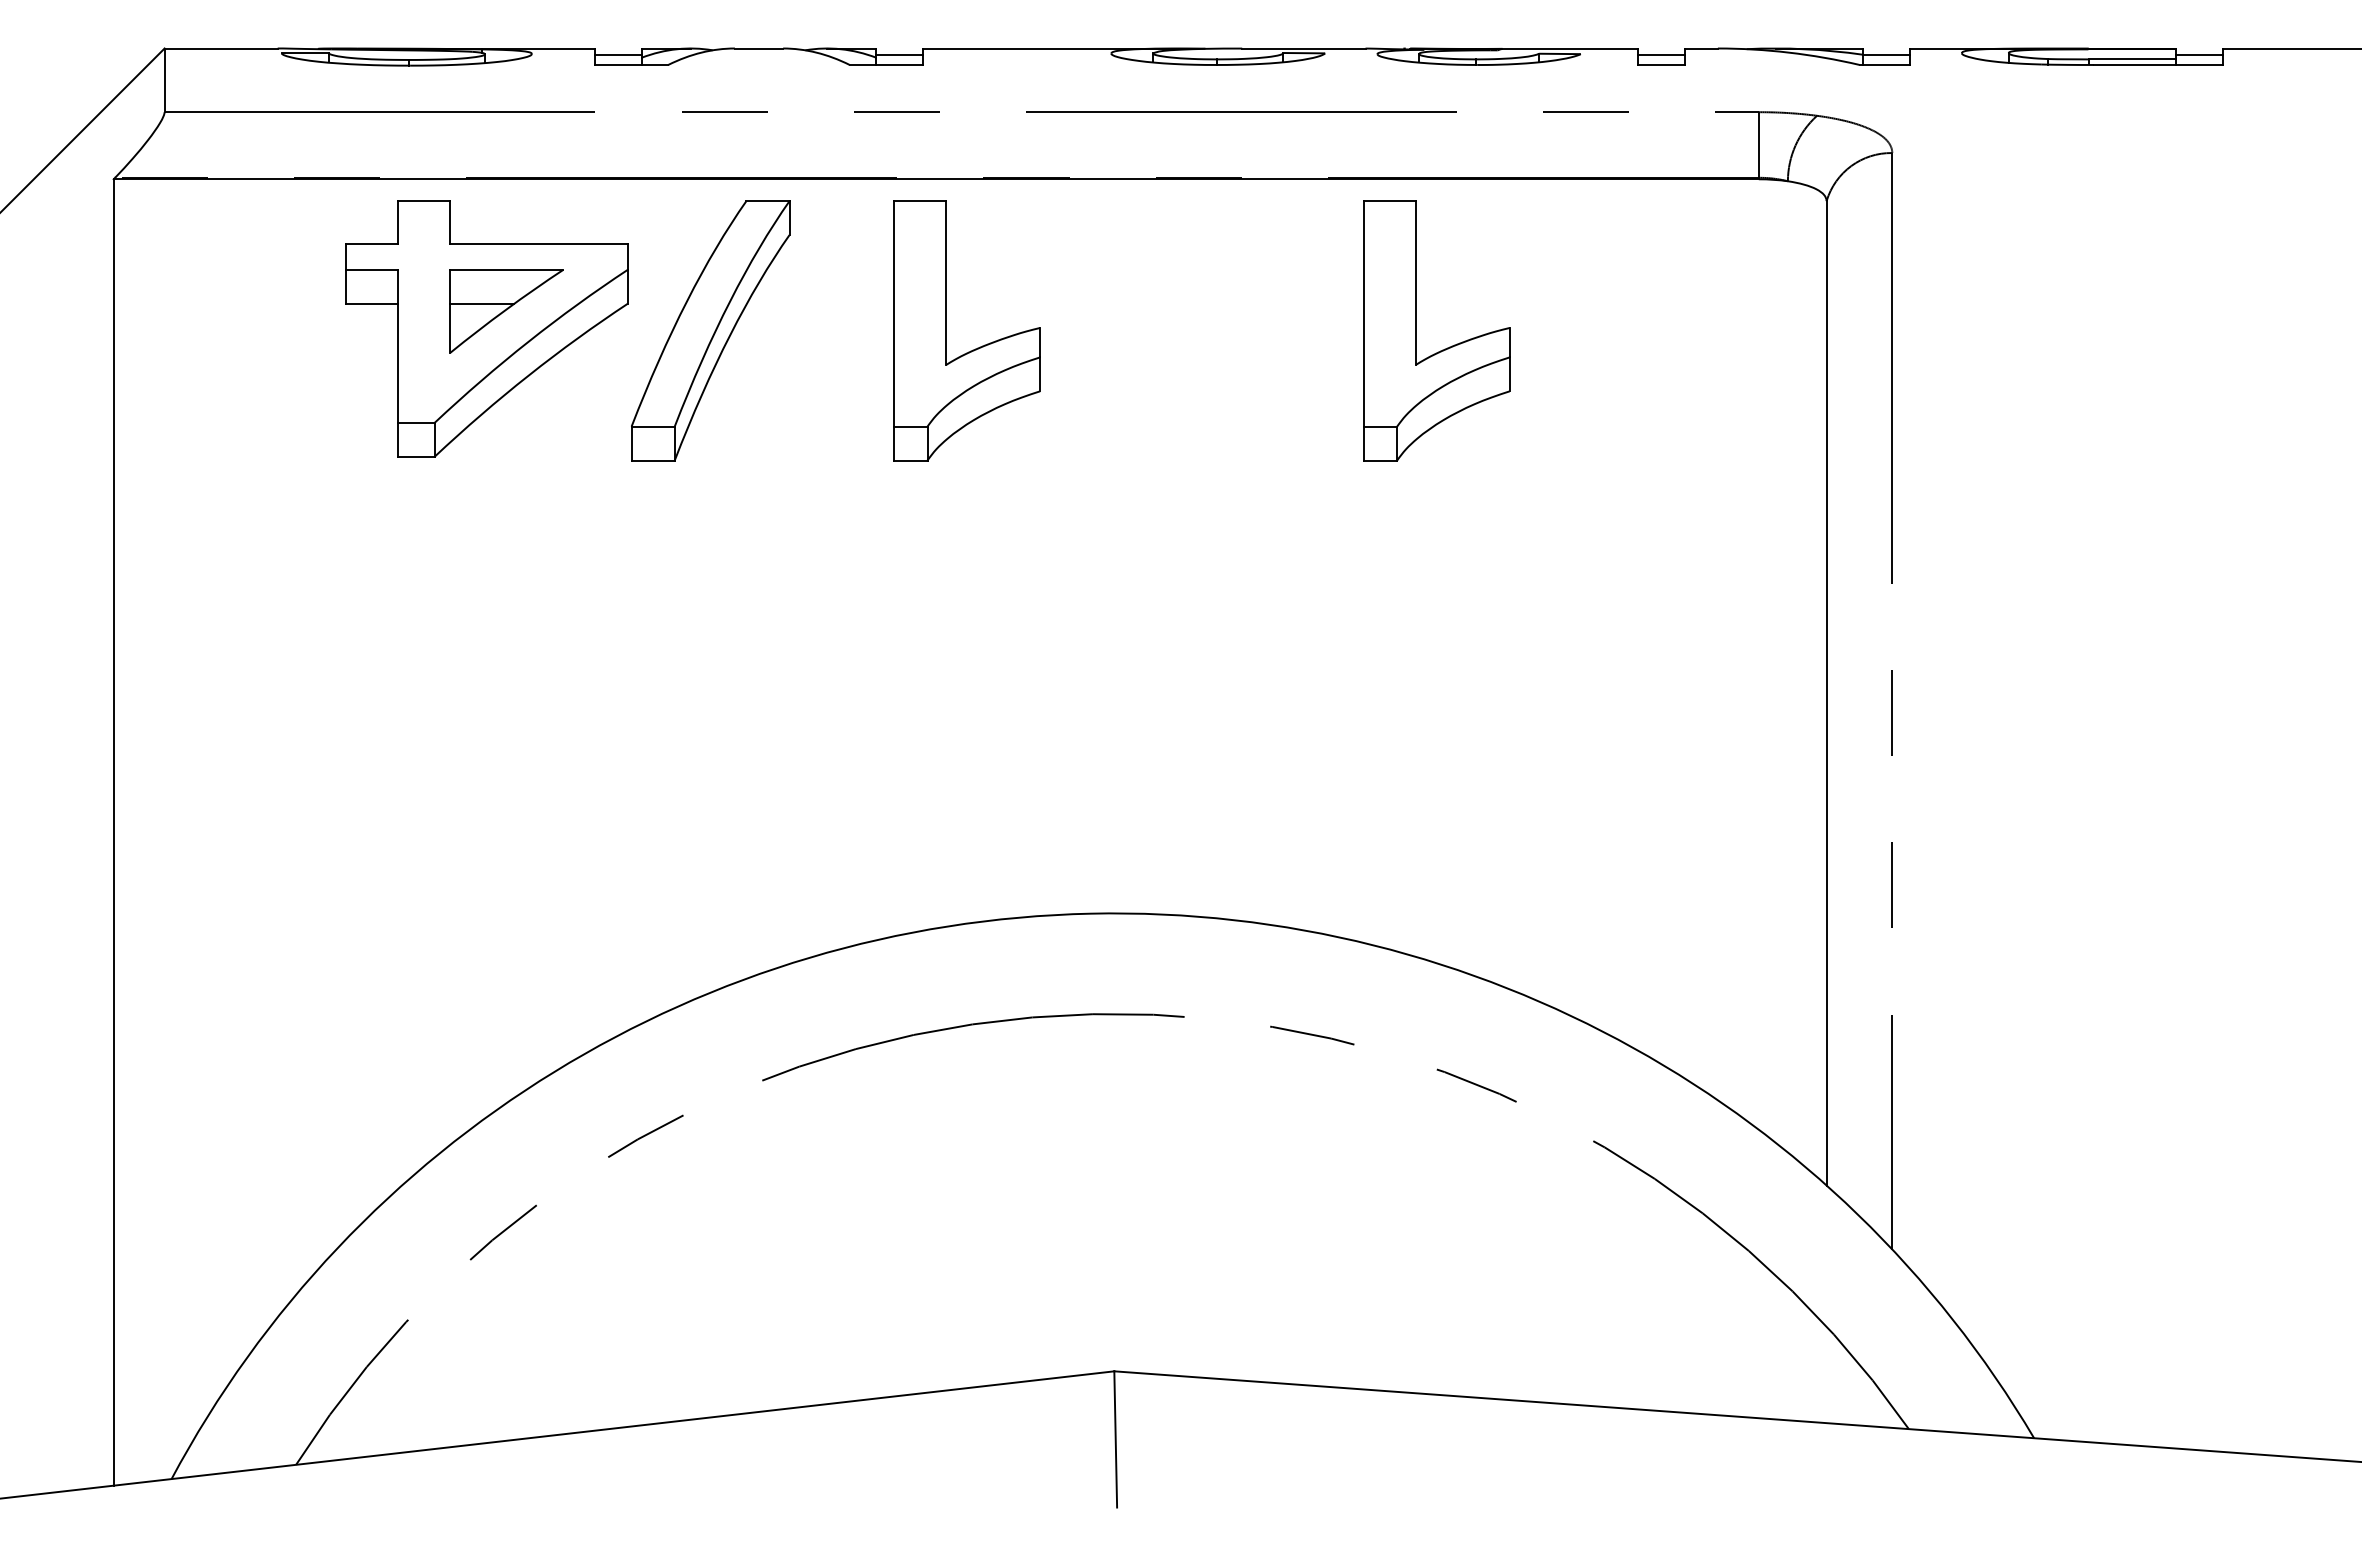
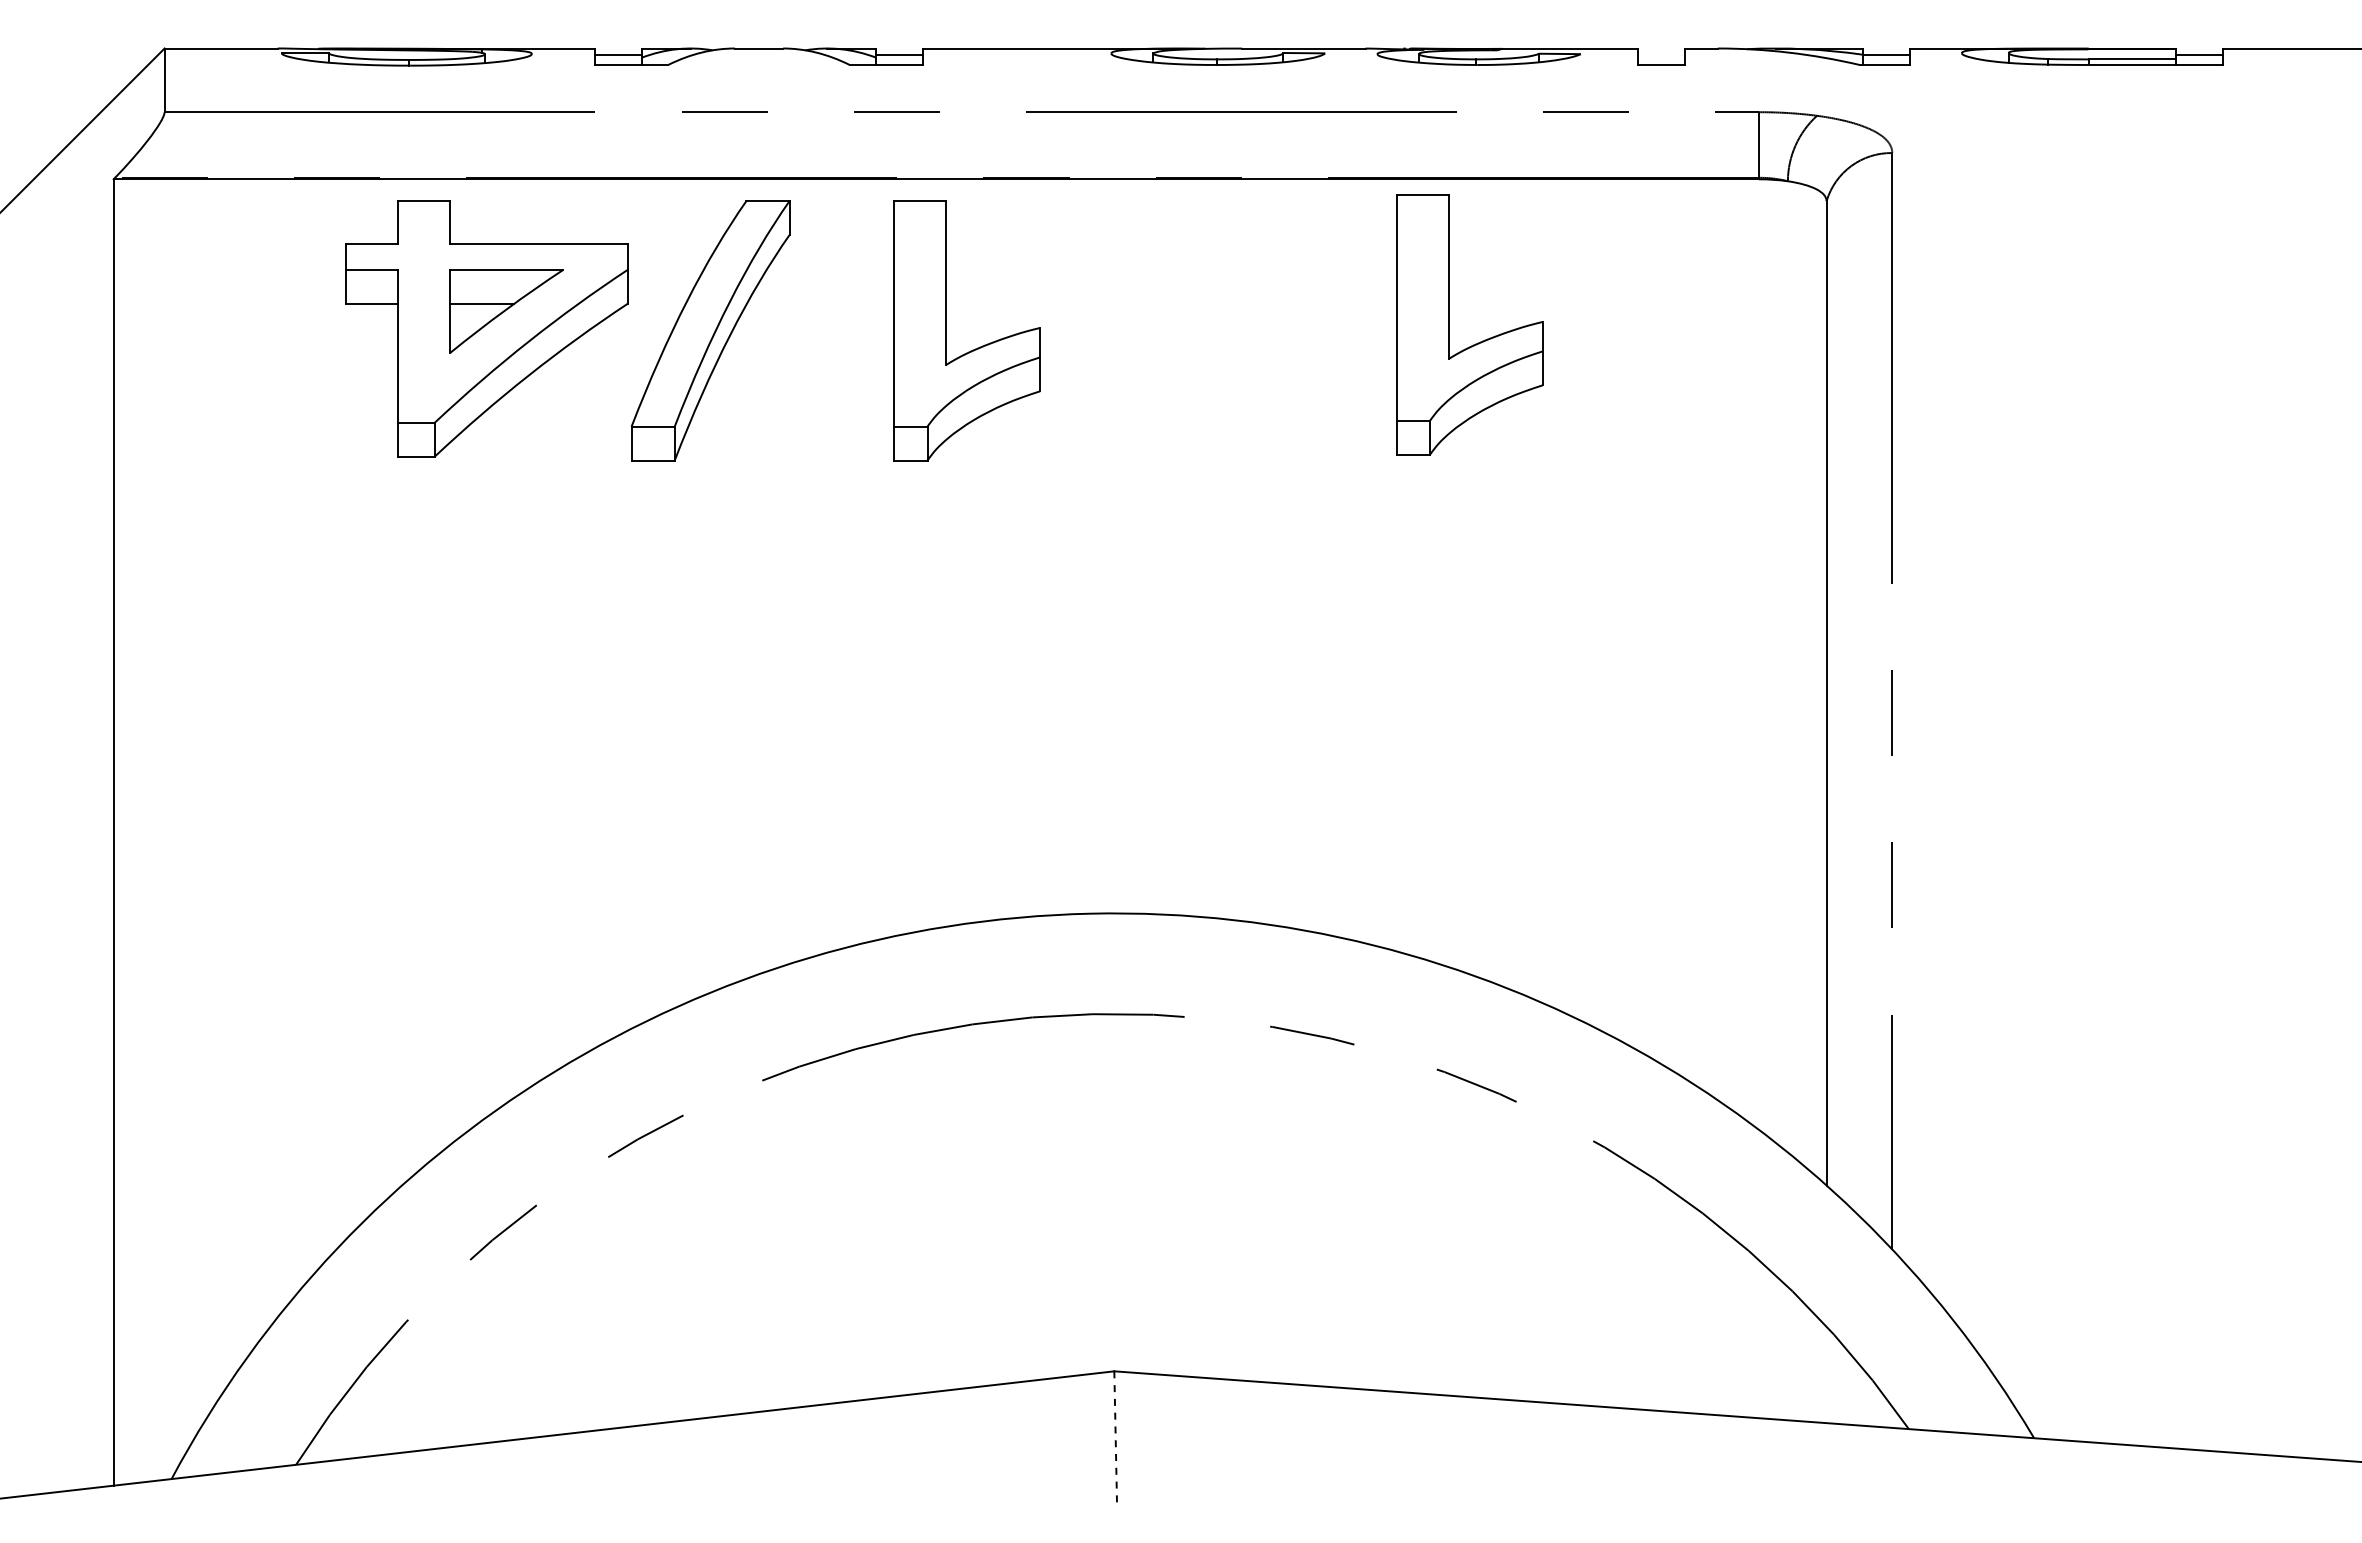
line at (1661, 54): present -> none
part at (1444, 348) position: (1444, 348) -> (1477, 342)
line at (1115, 1439): solid -> dashed
